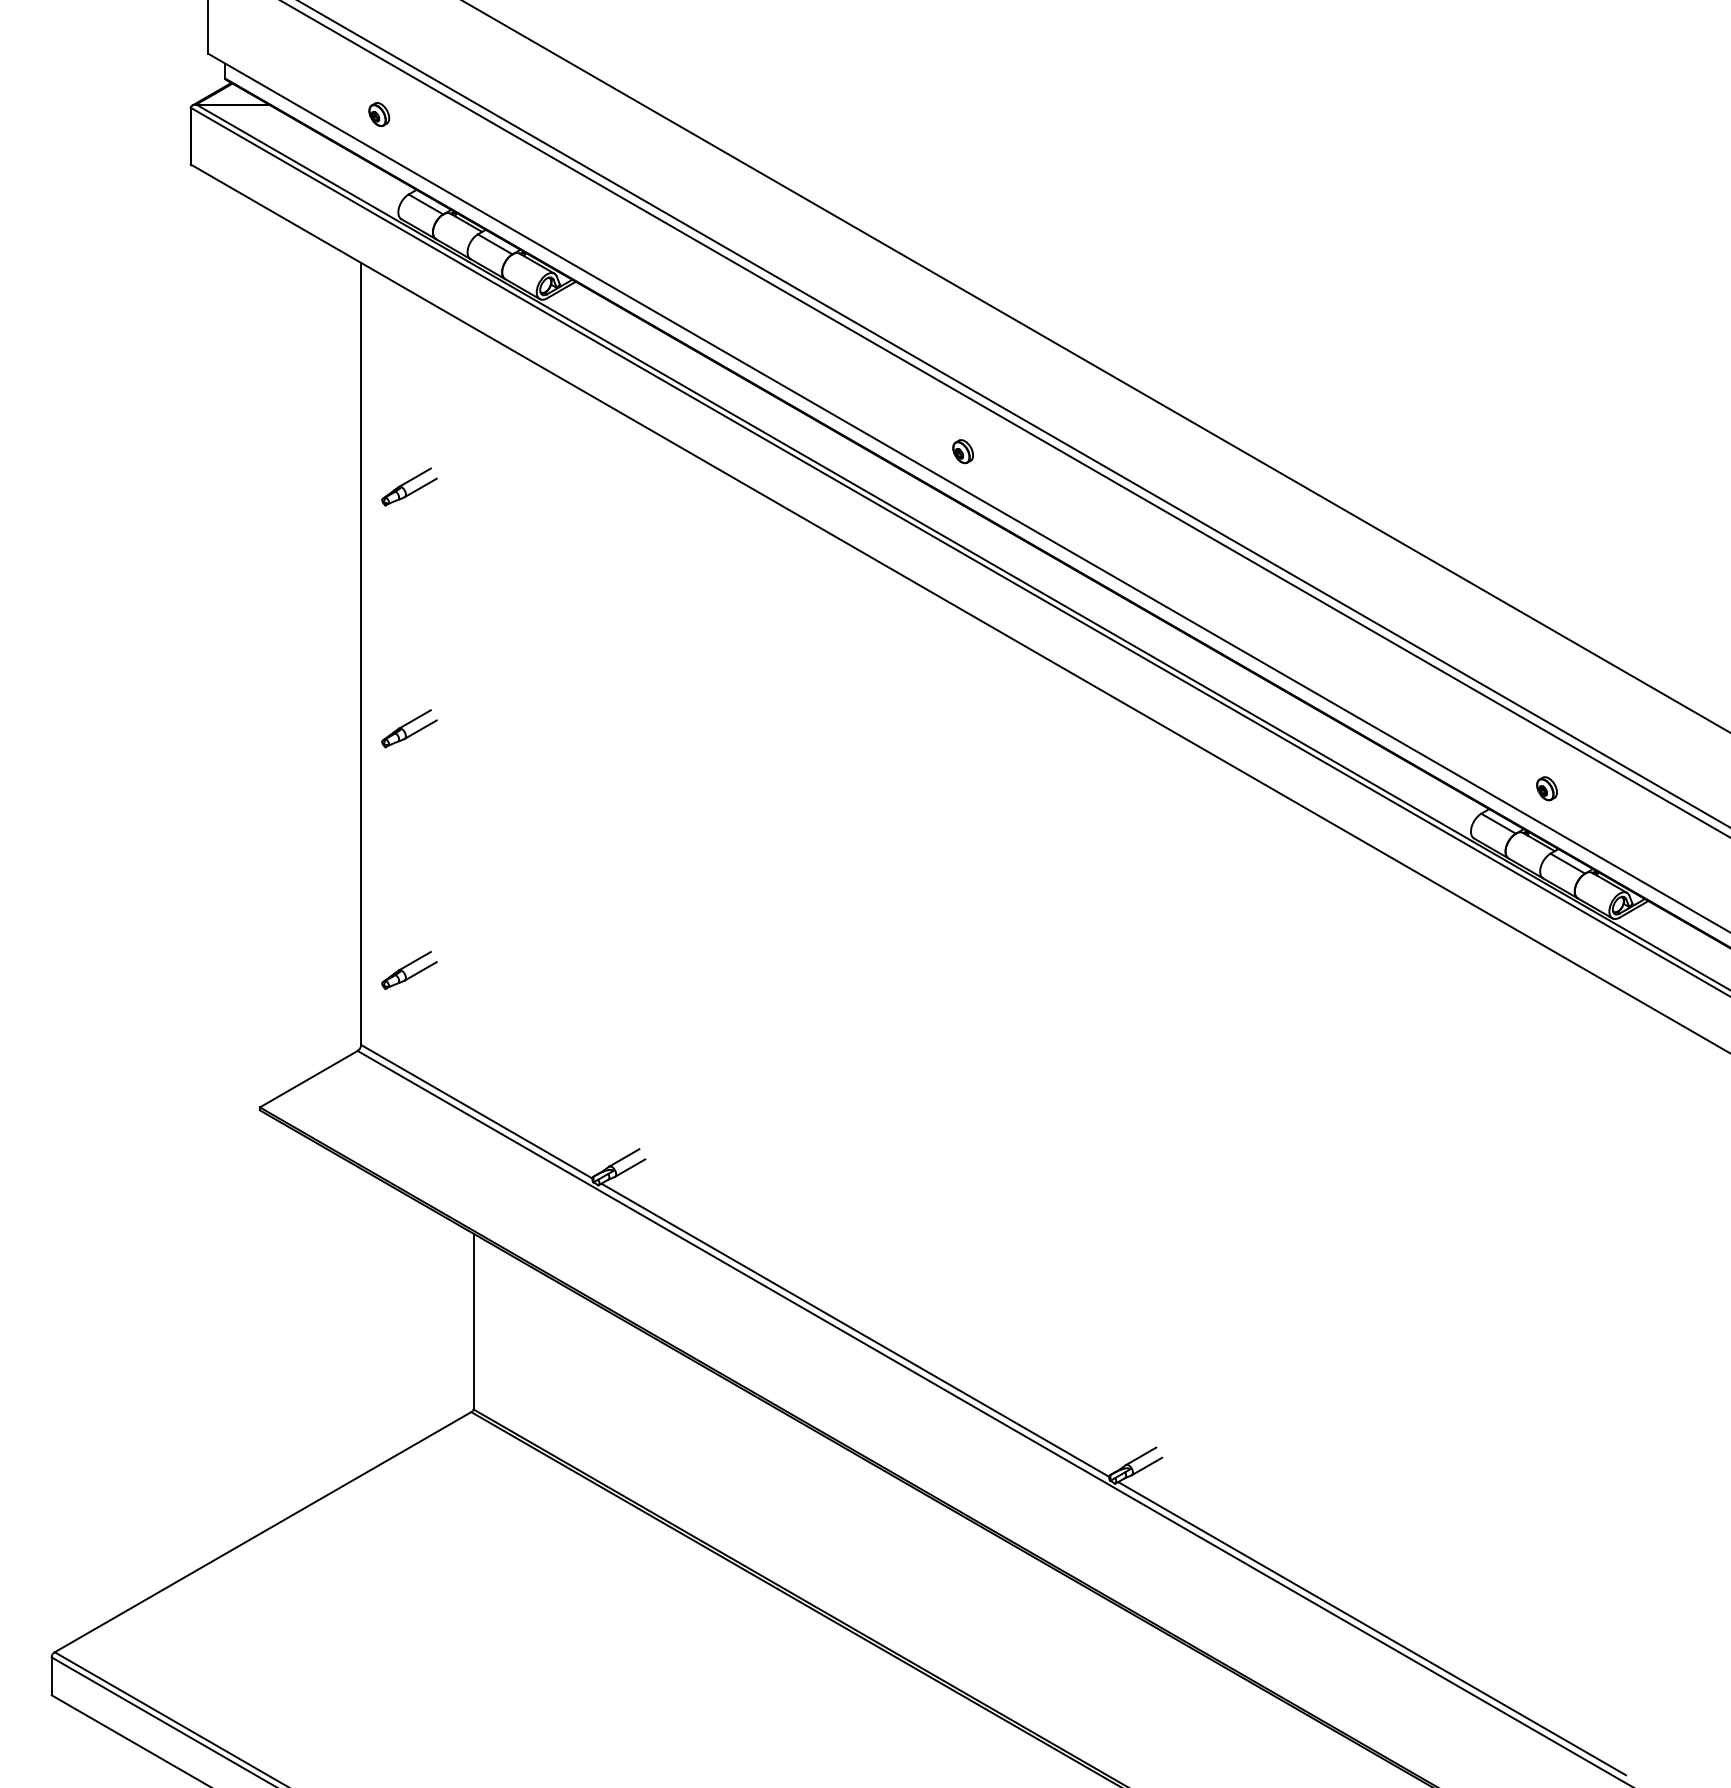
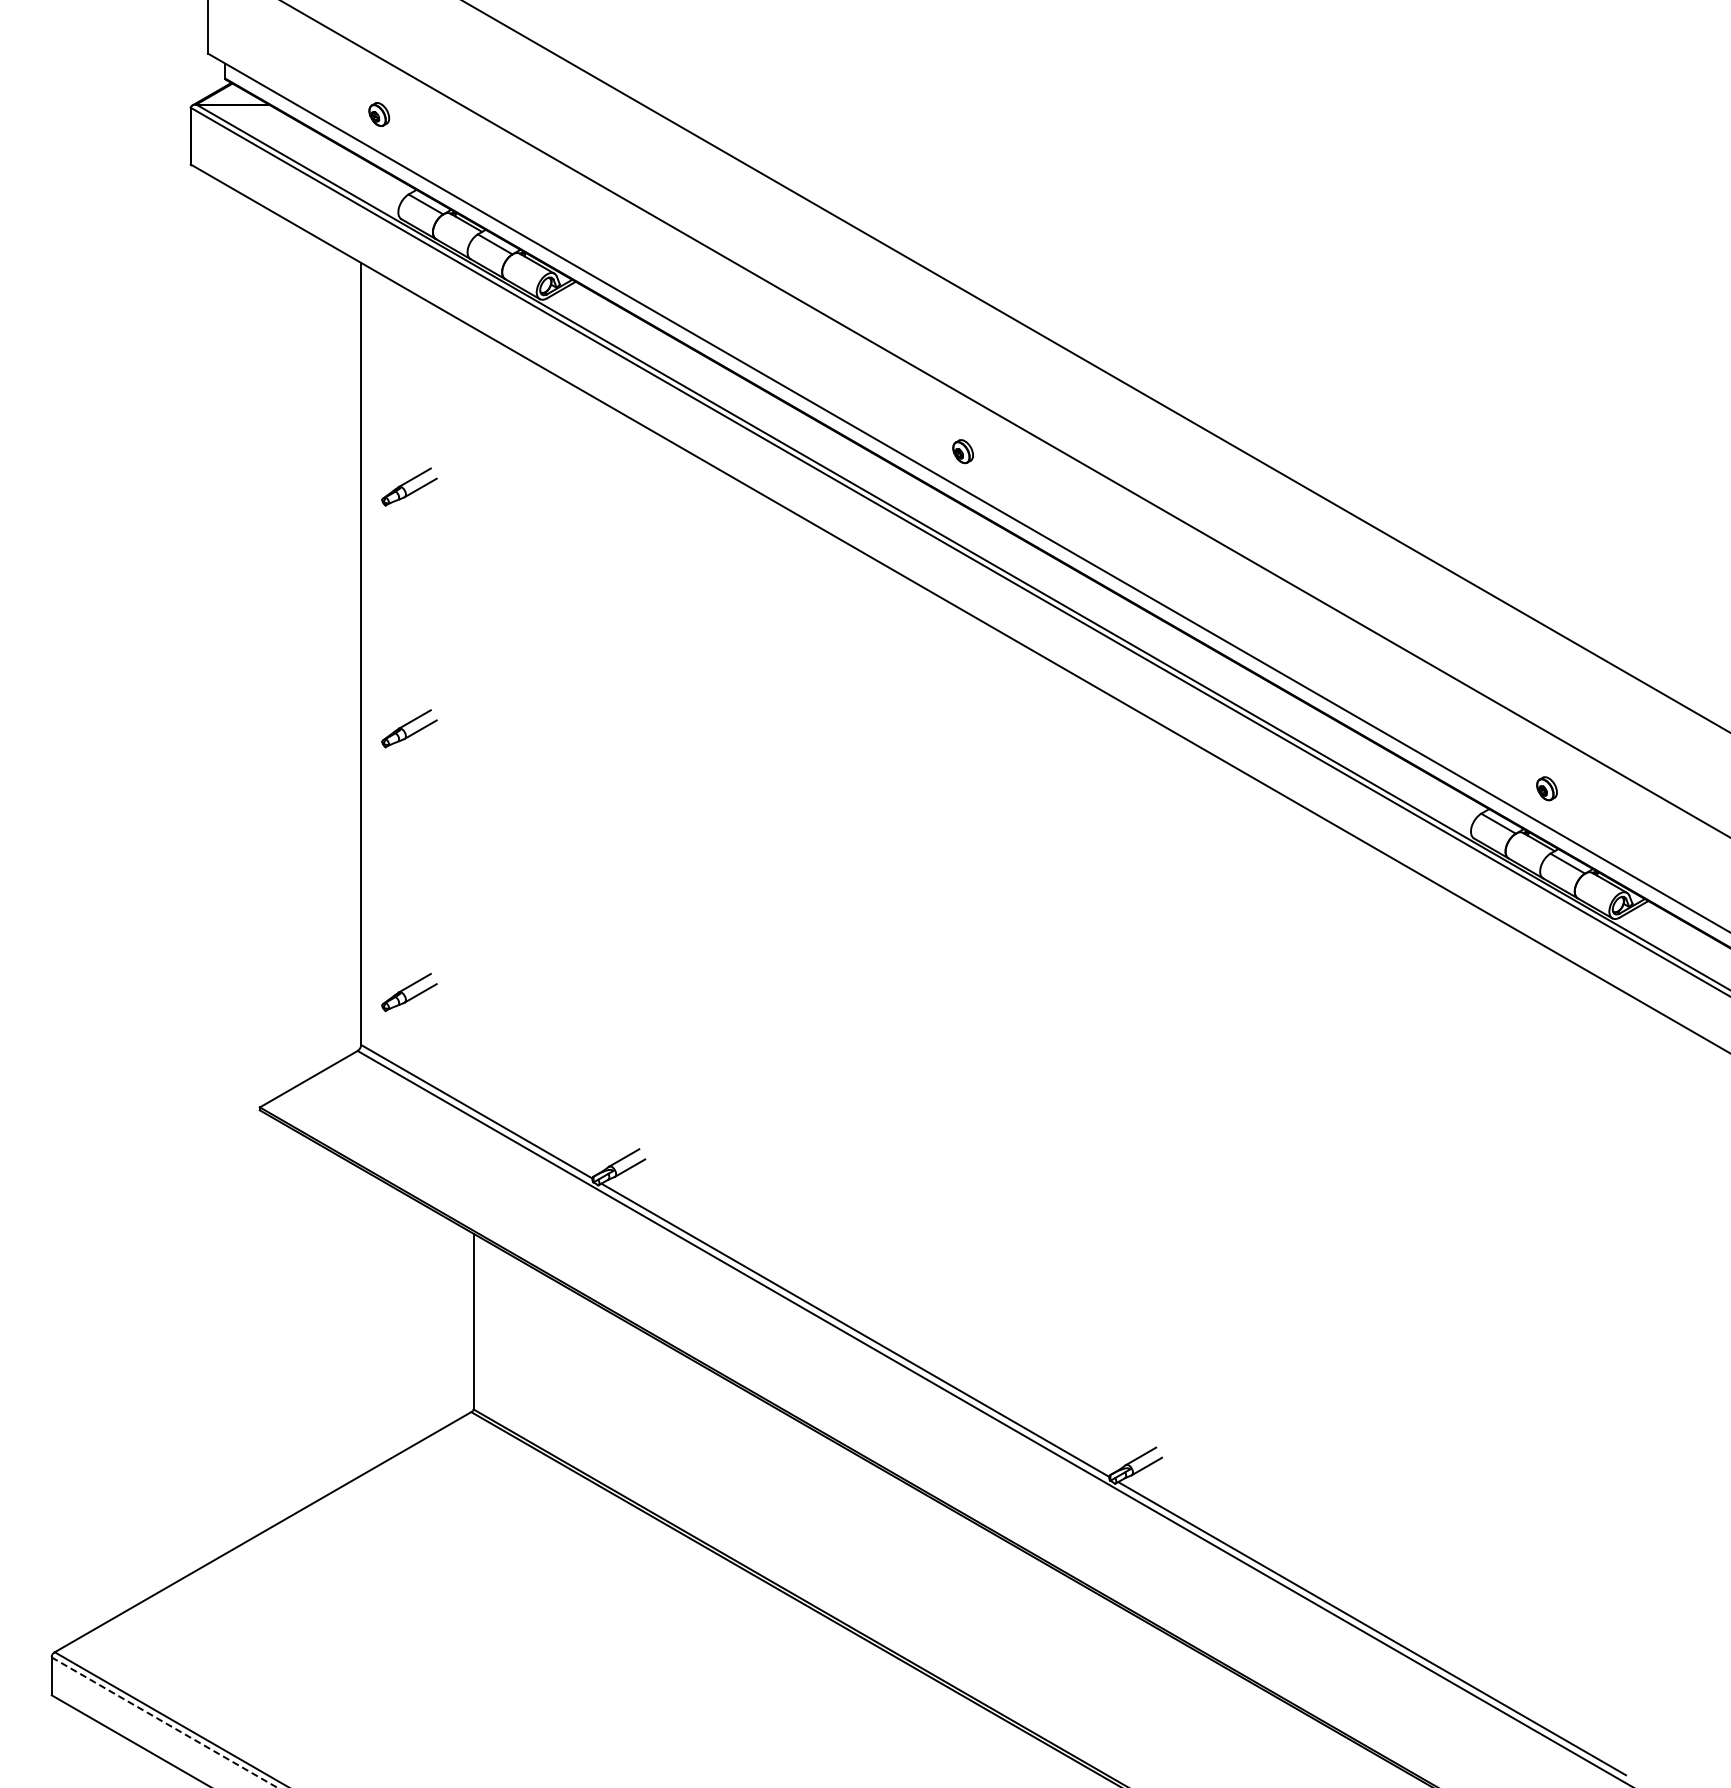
line at (1013, 413): present -> none
part at (409, 970) position: (409, 970) -> (409, 992)
line at (164, 1722): solid -> dashed
